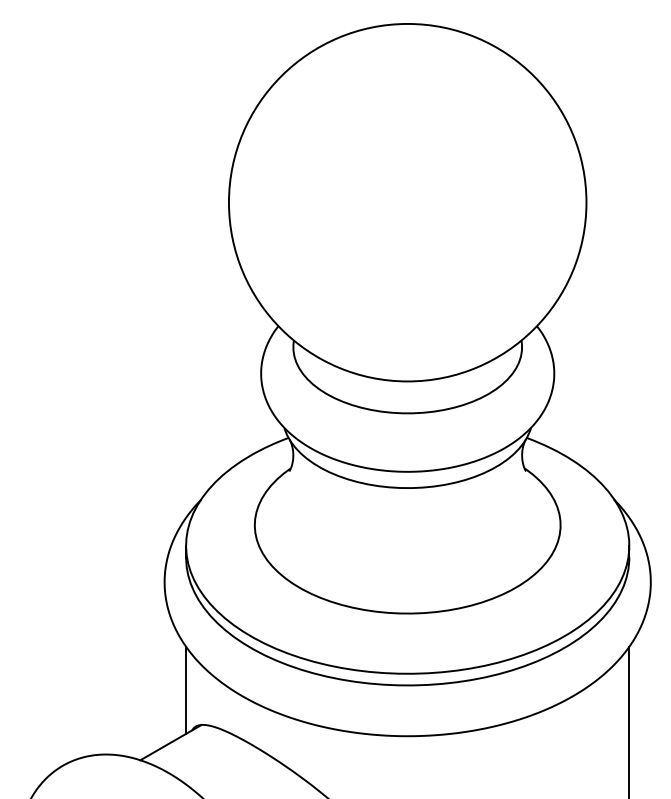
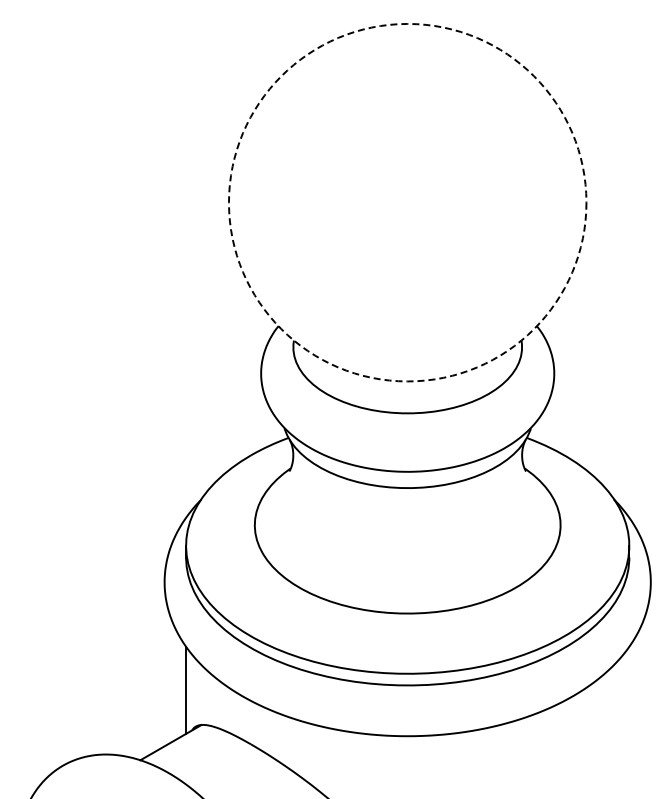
circle at (407, 202): solid -> dashed
line at (629, 720): present -> none
